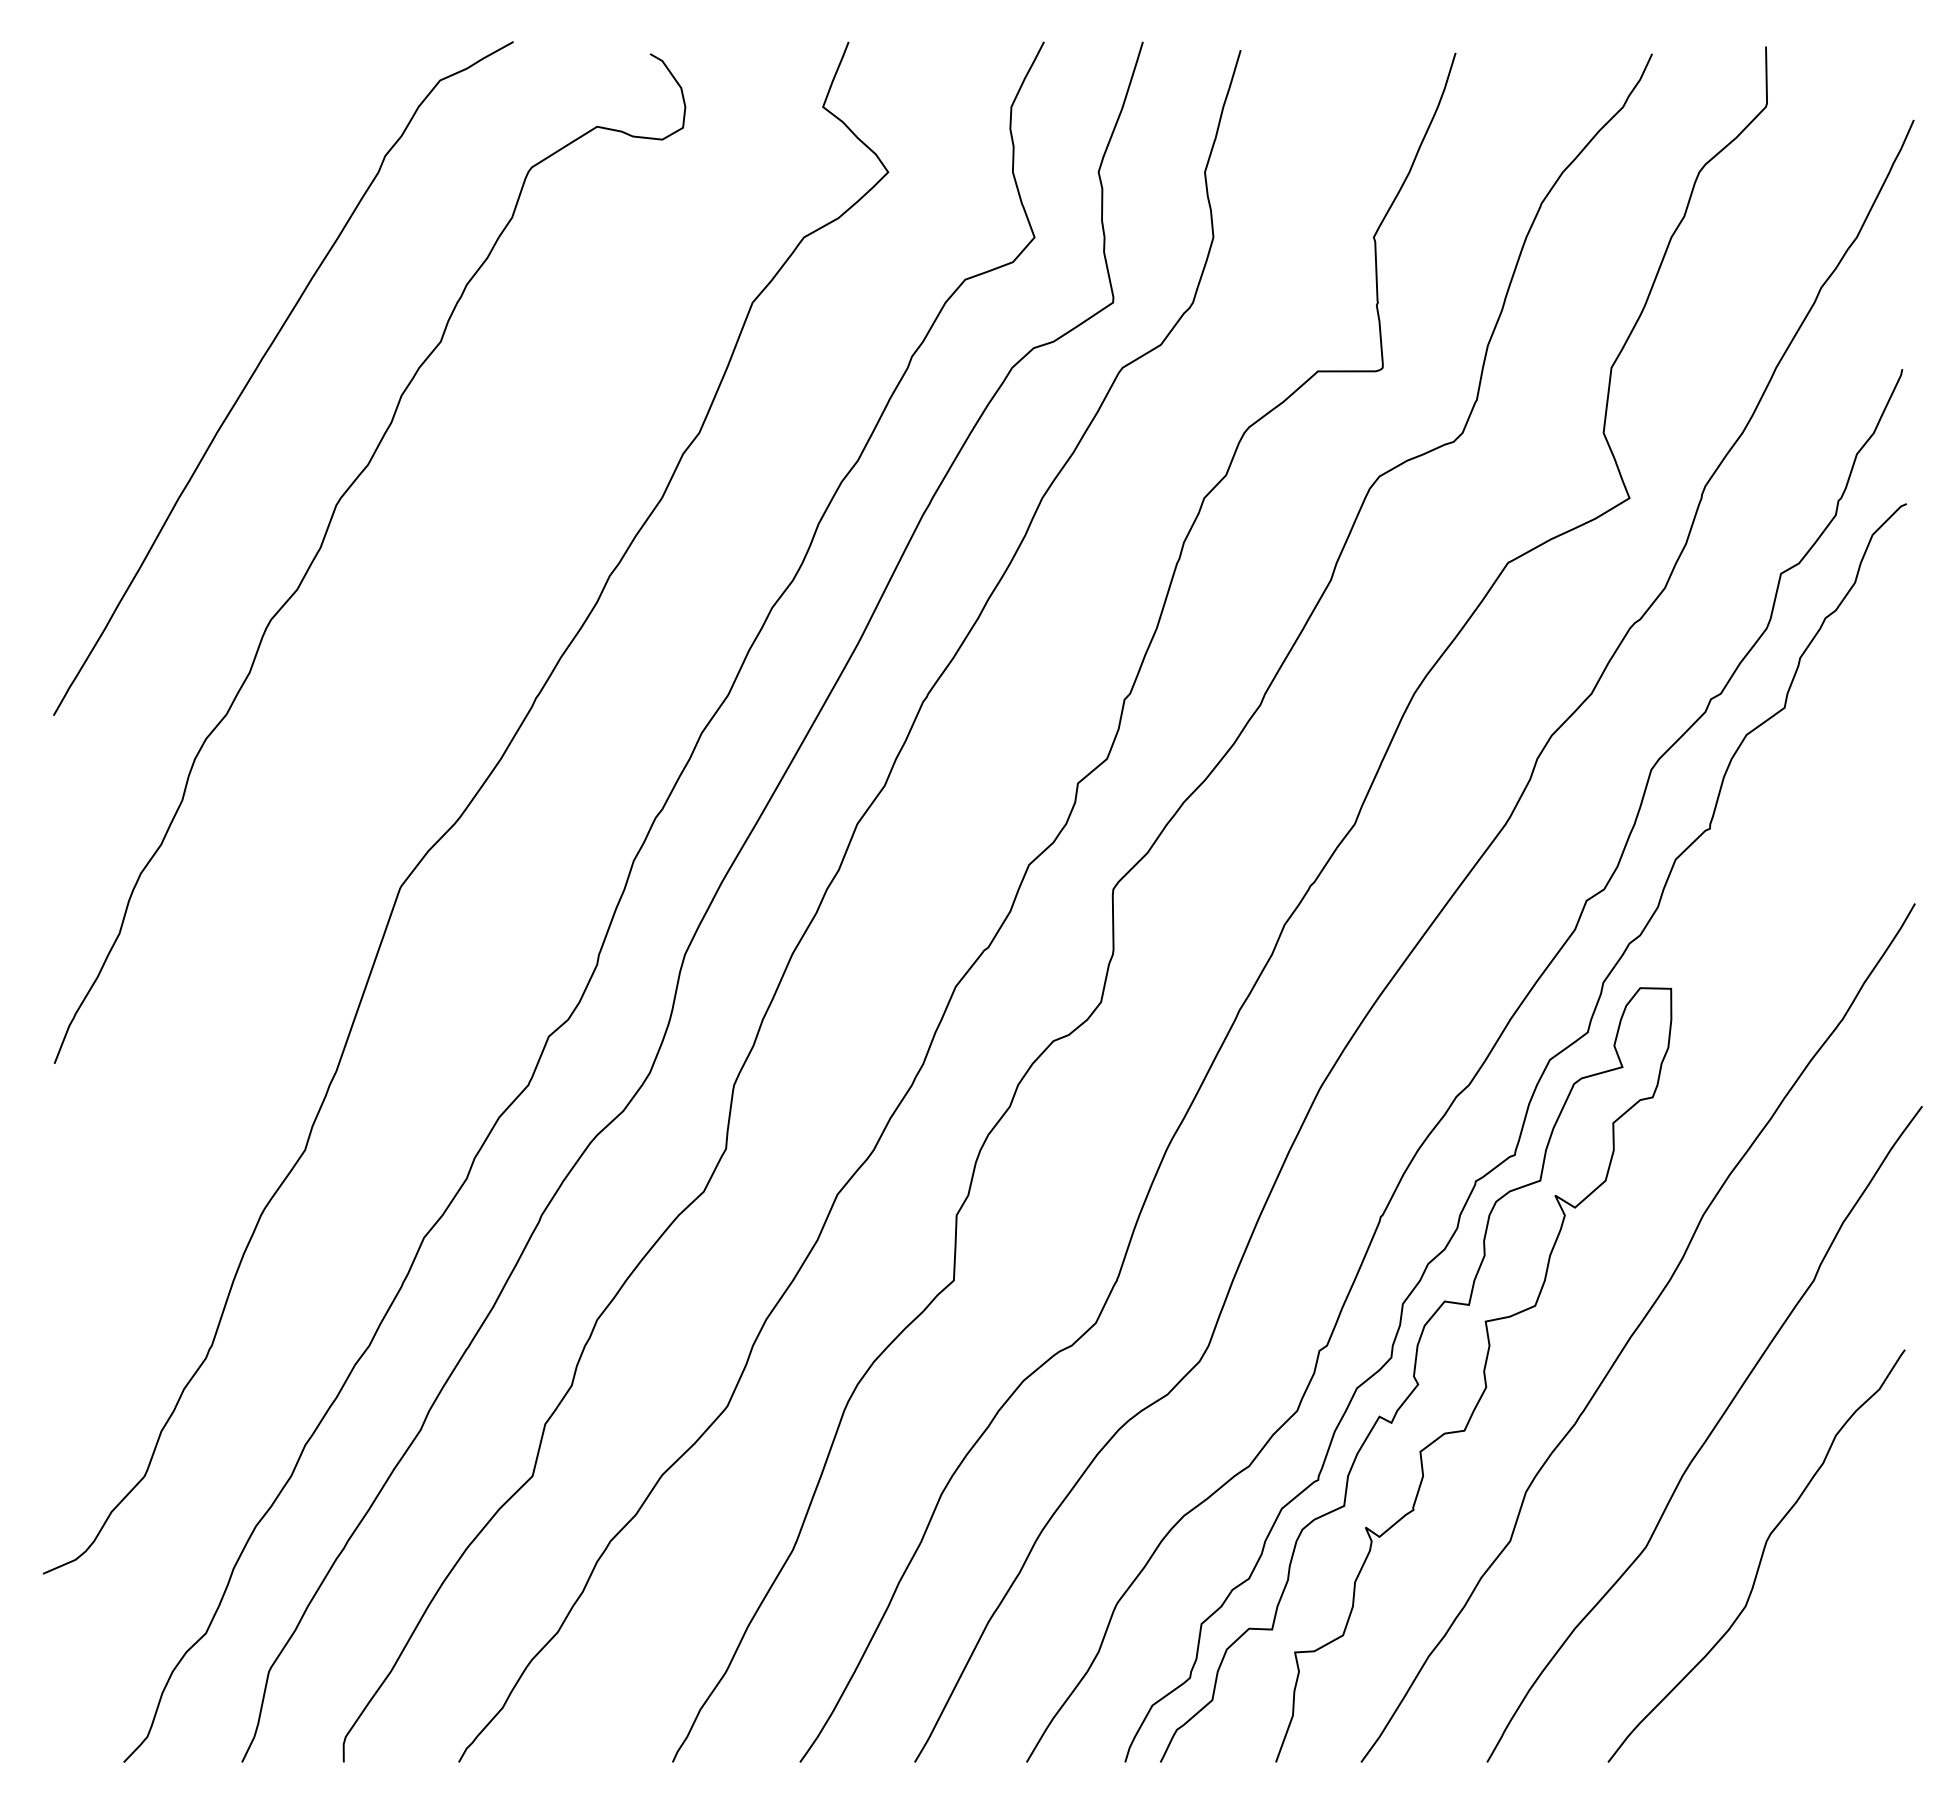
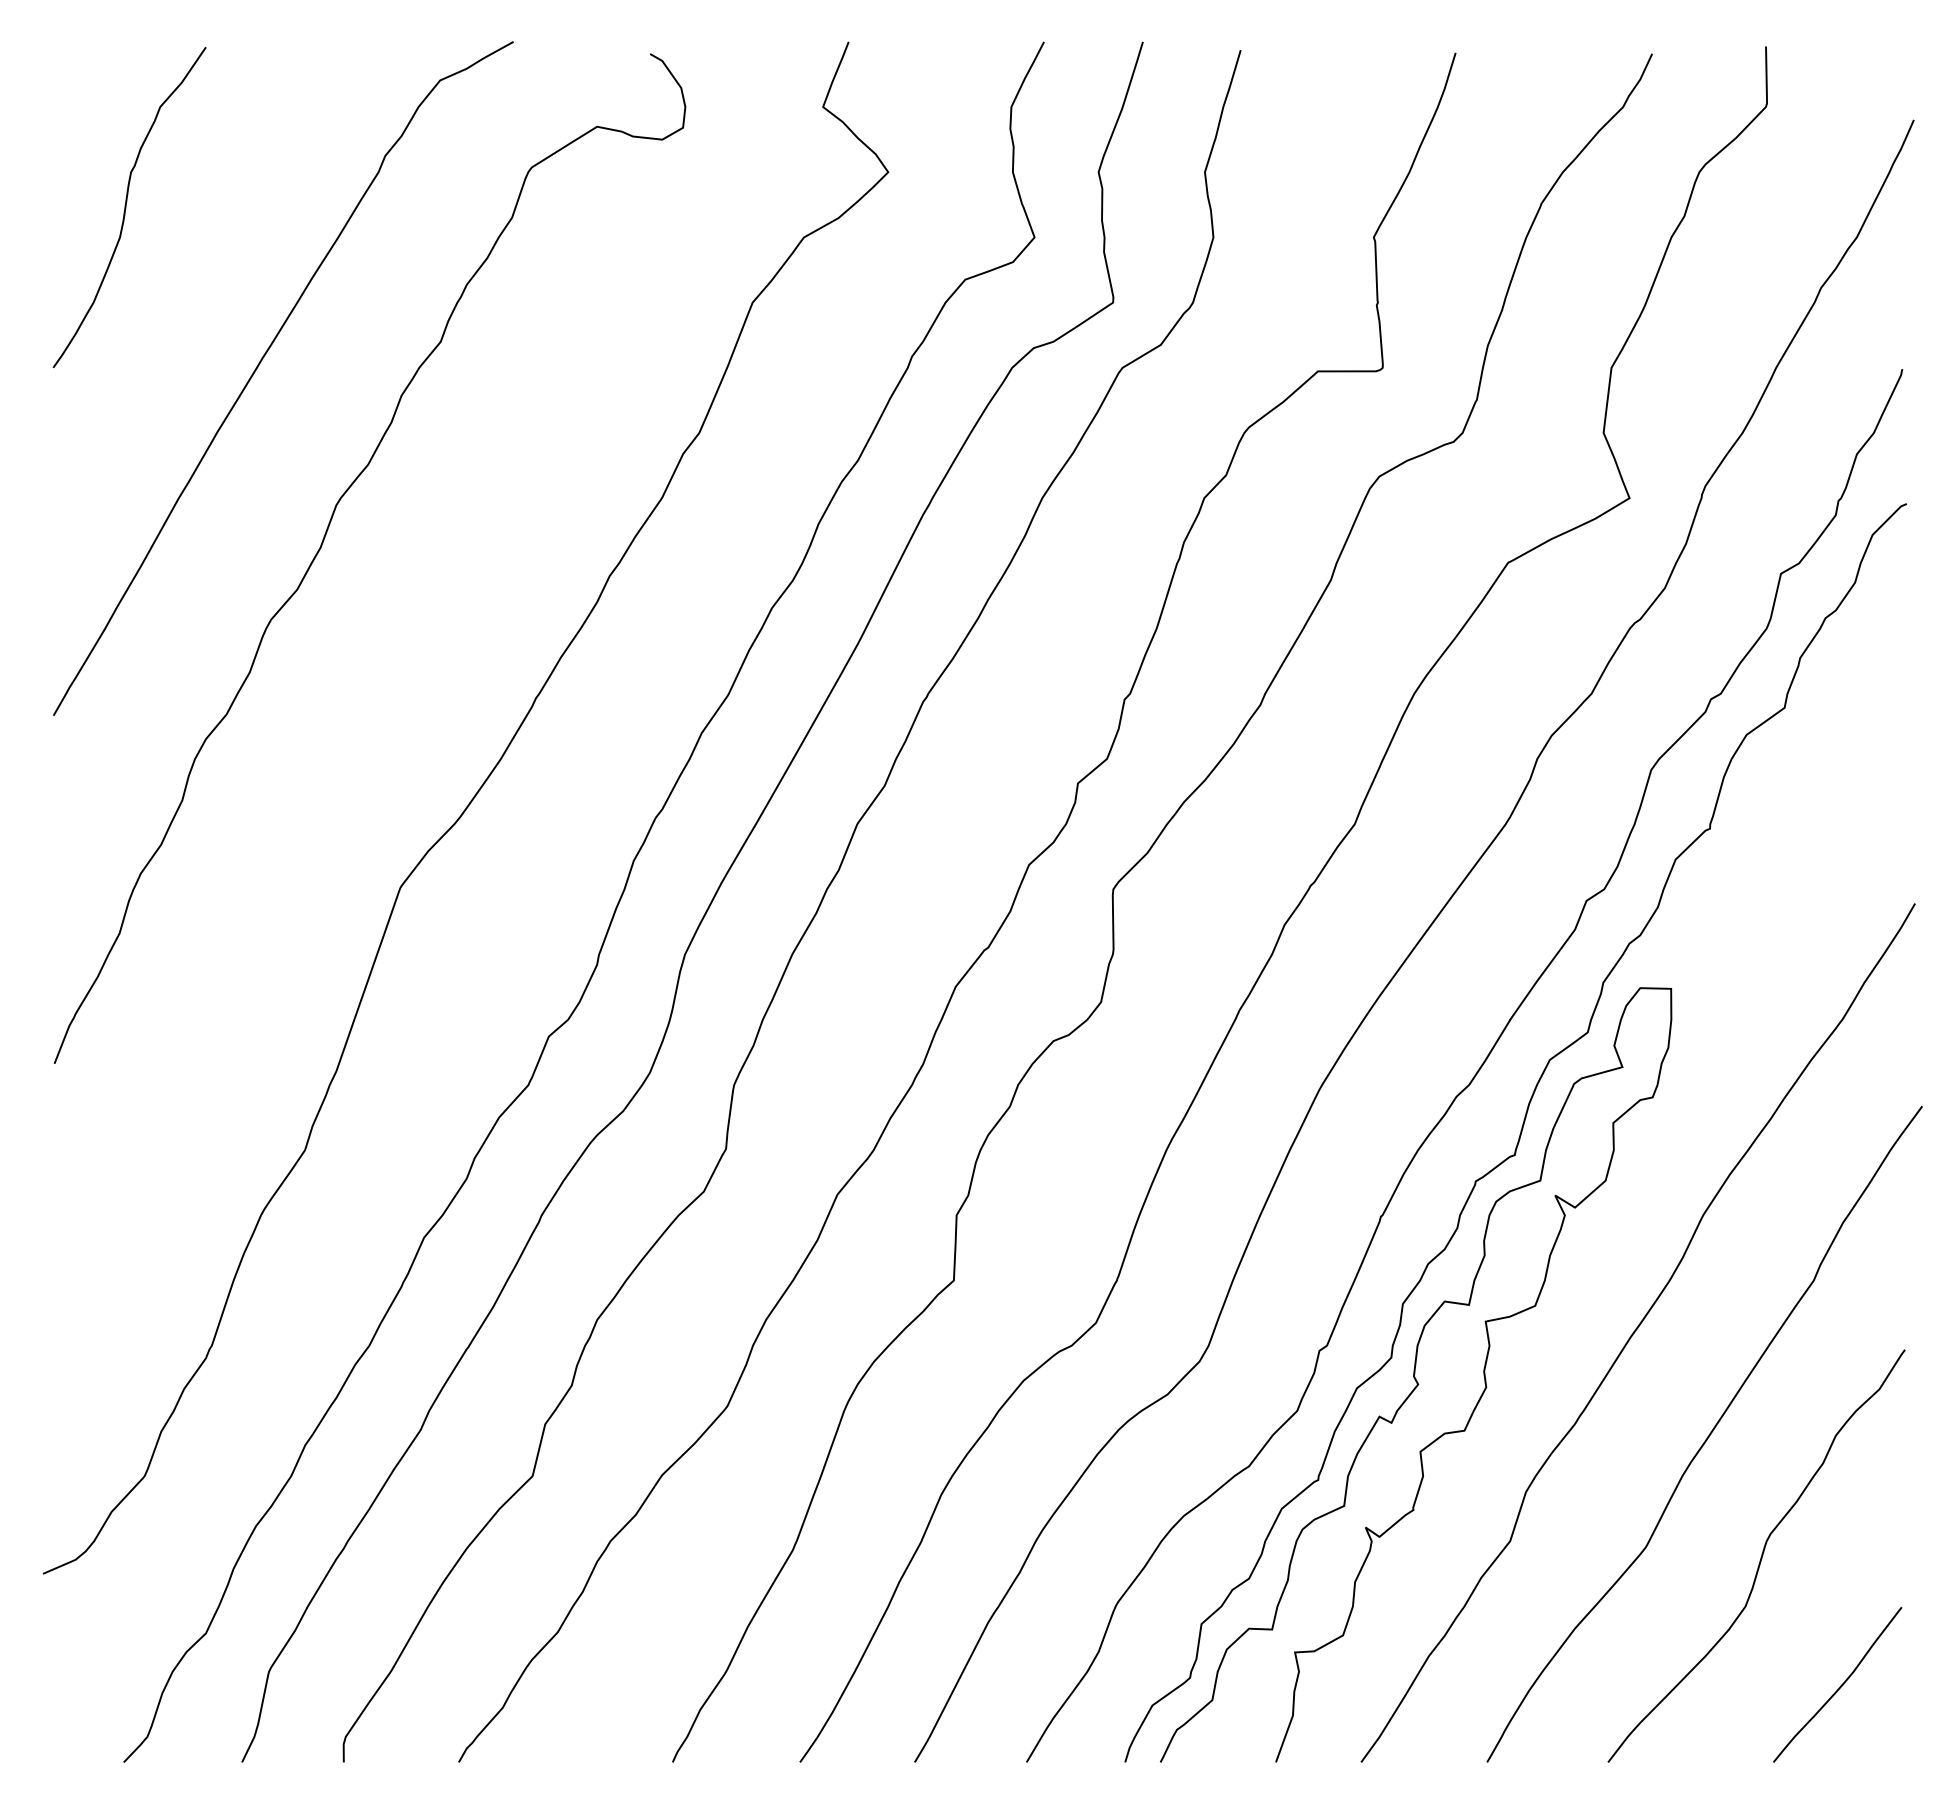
curve at (126, 207): none -> present
curve at (1839, 1686): none -> present
